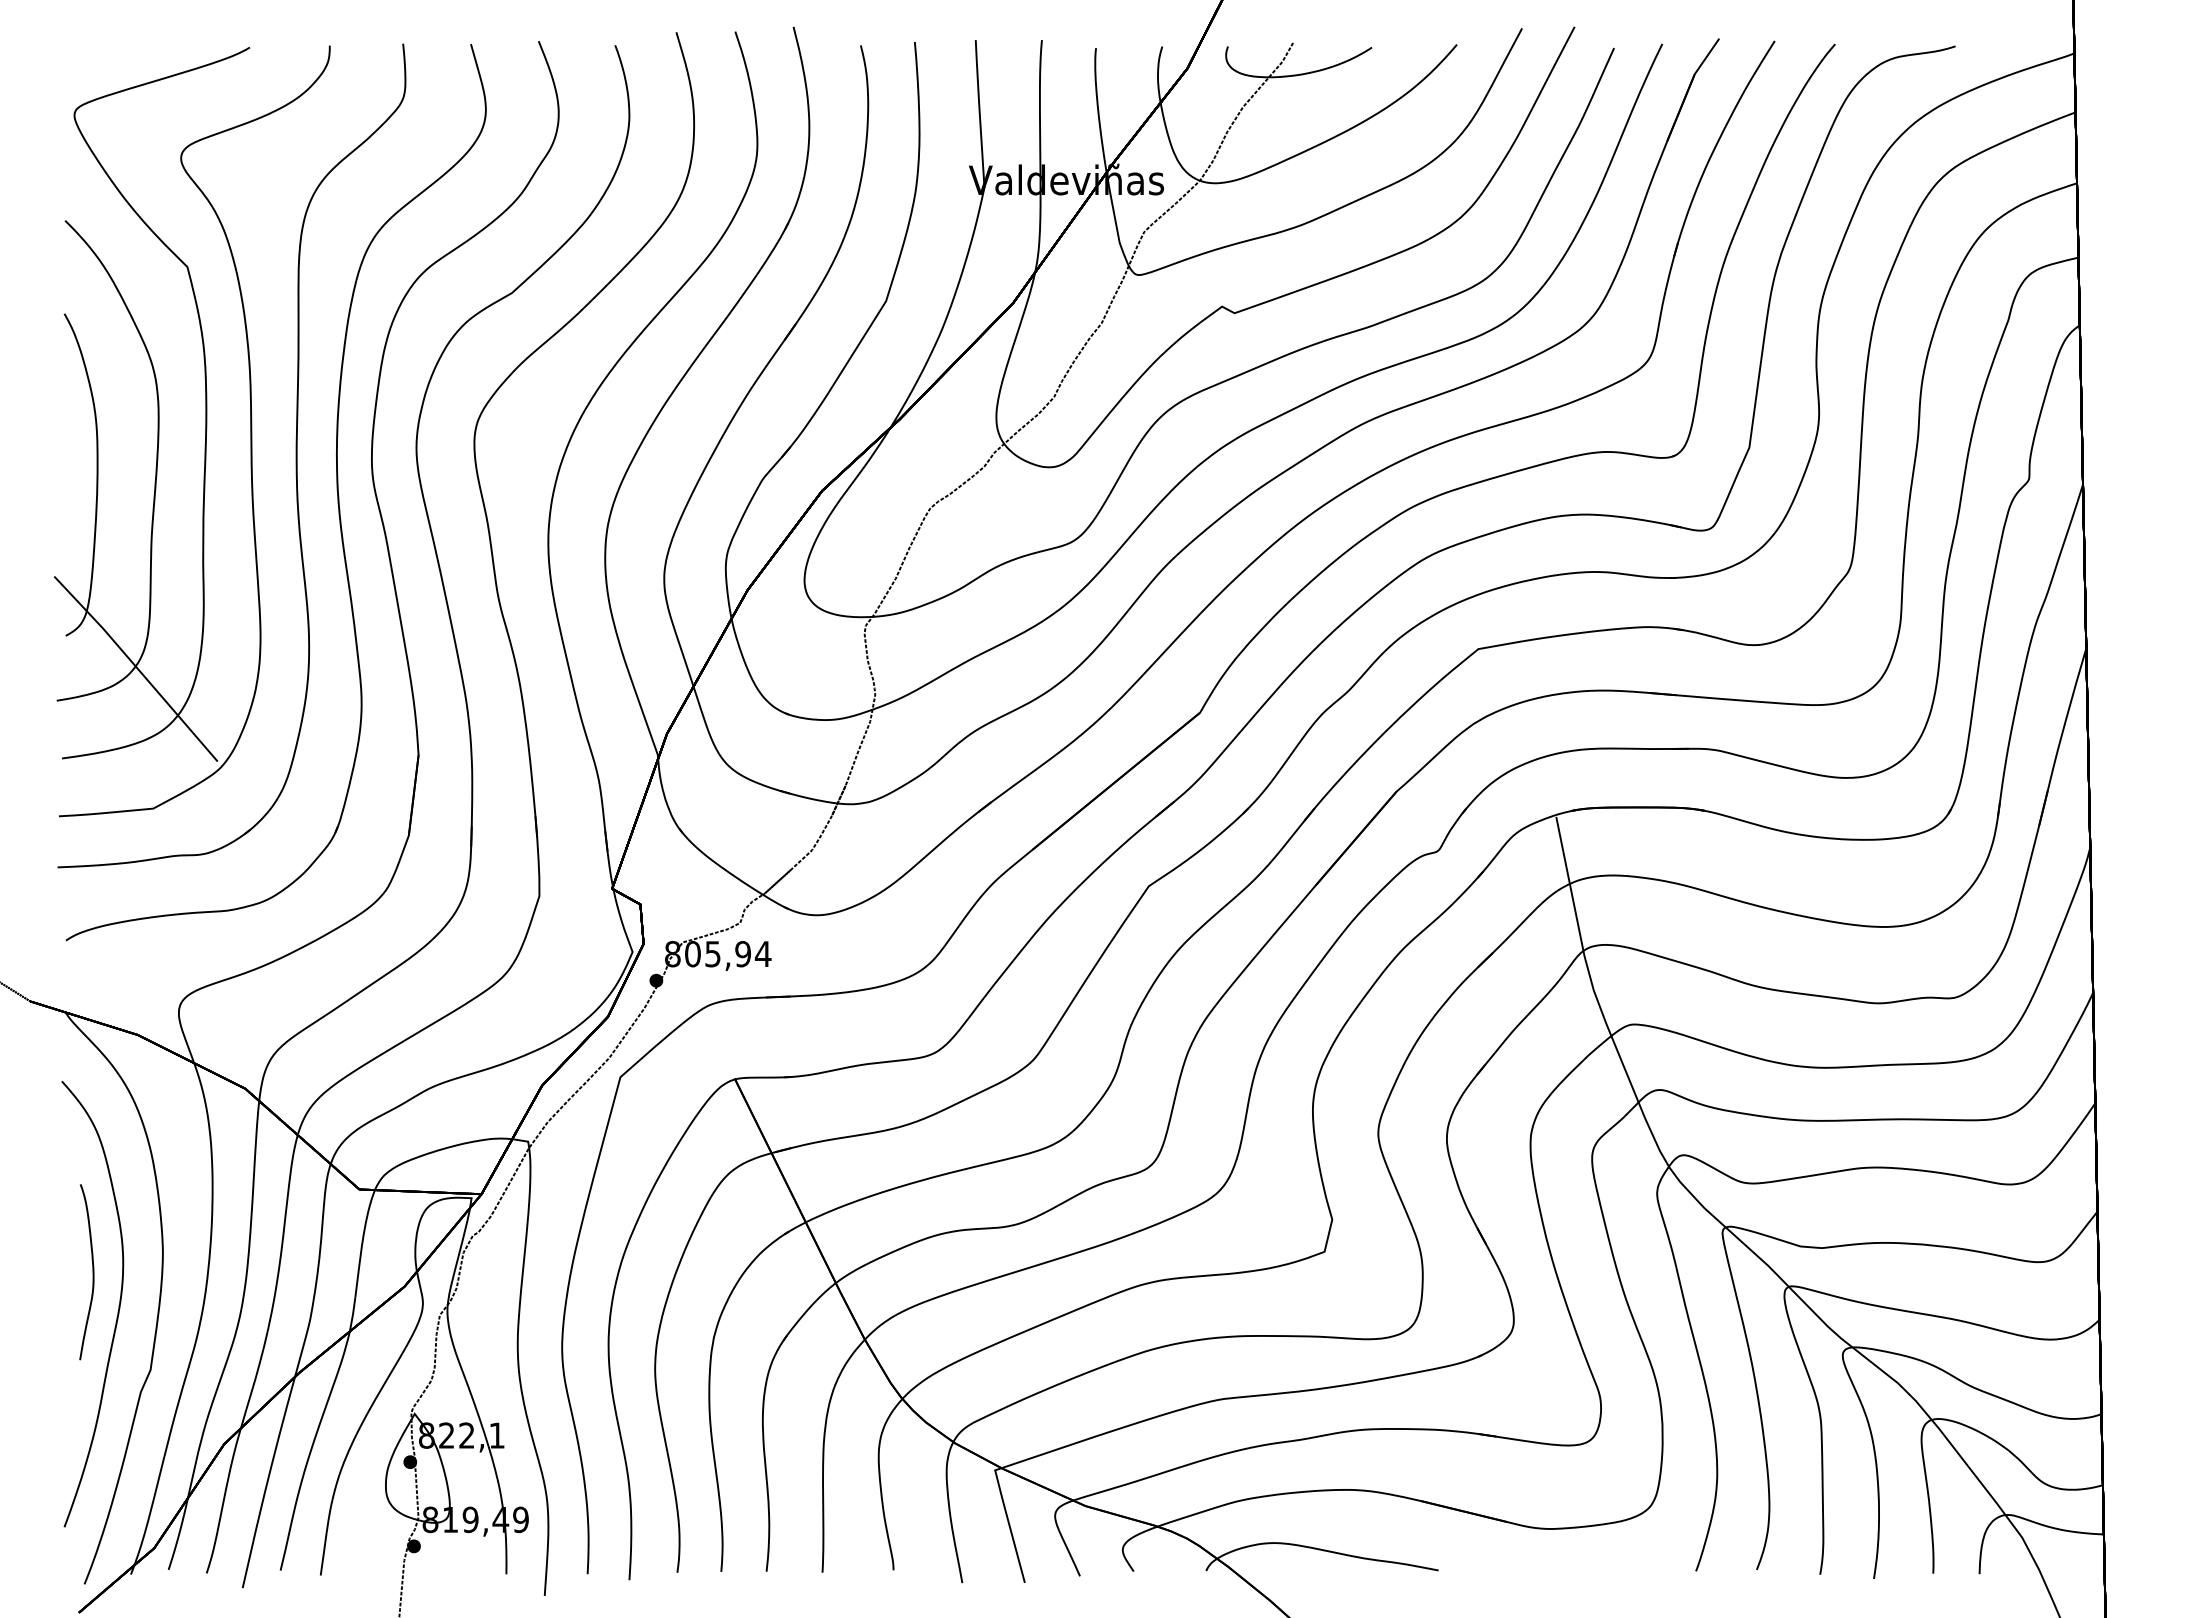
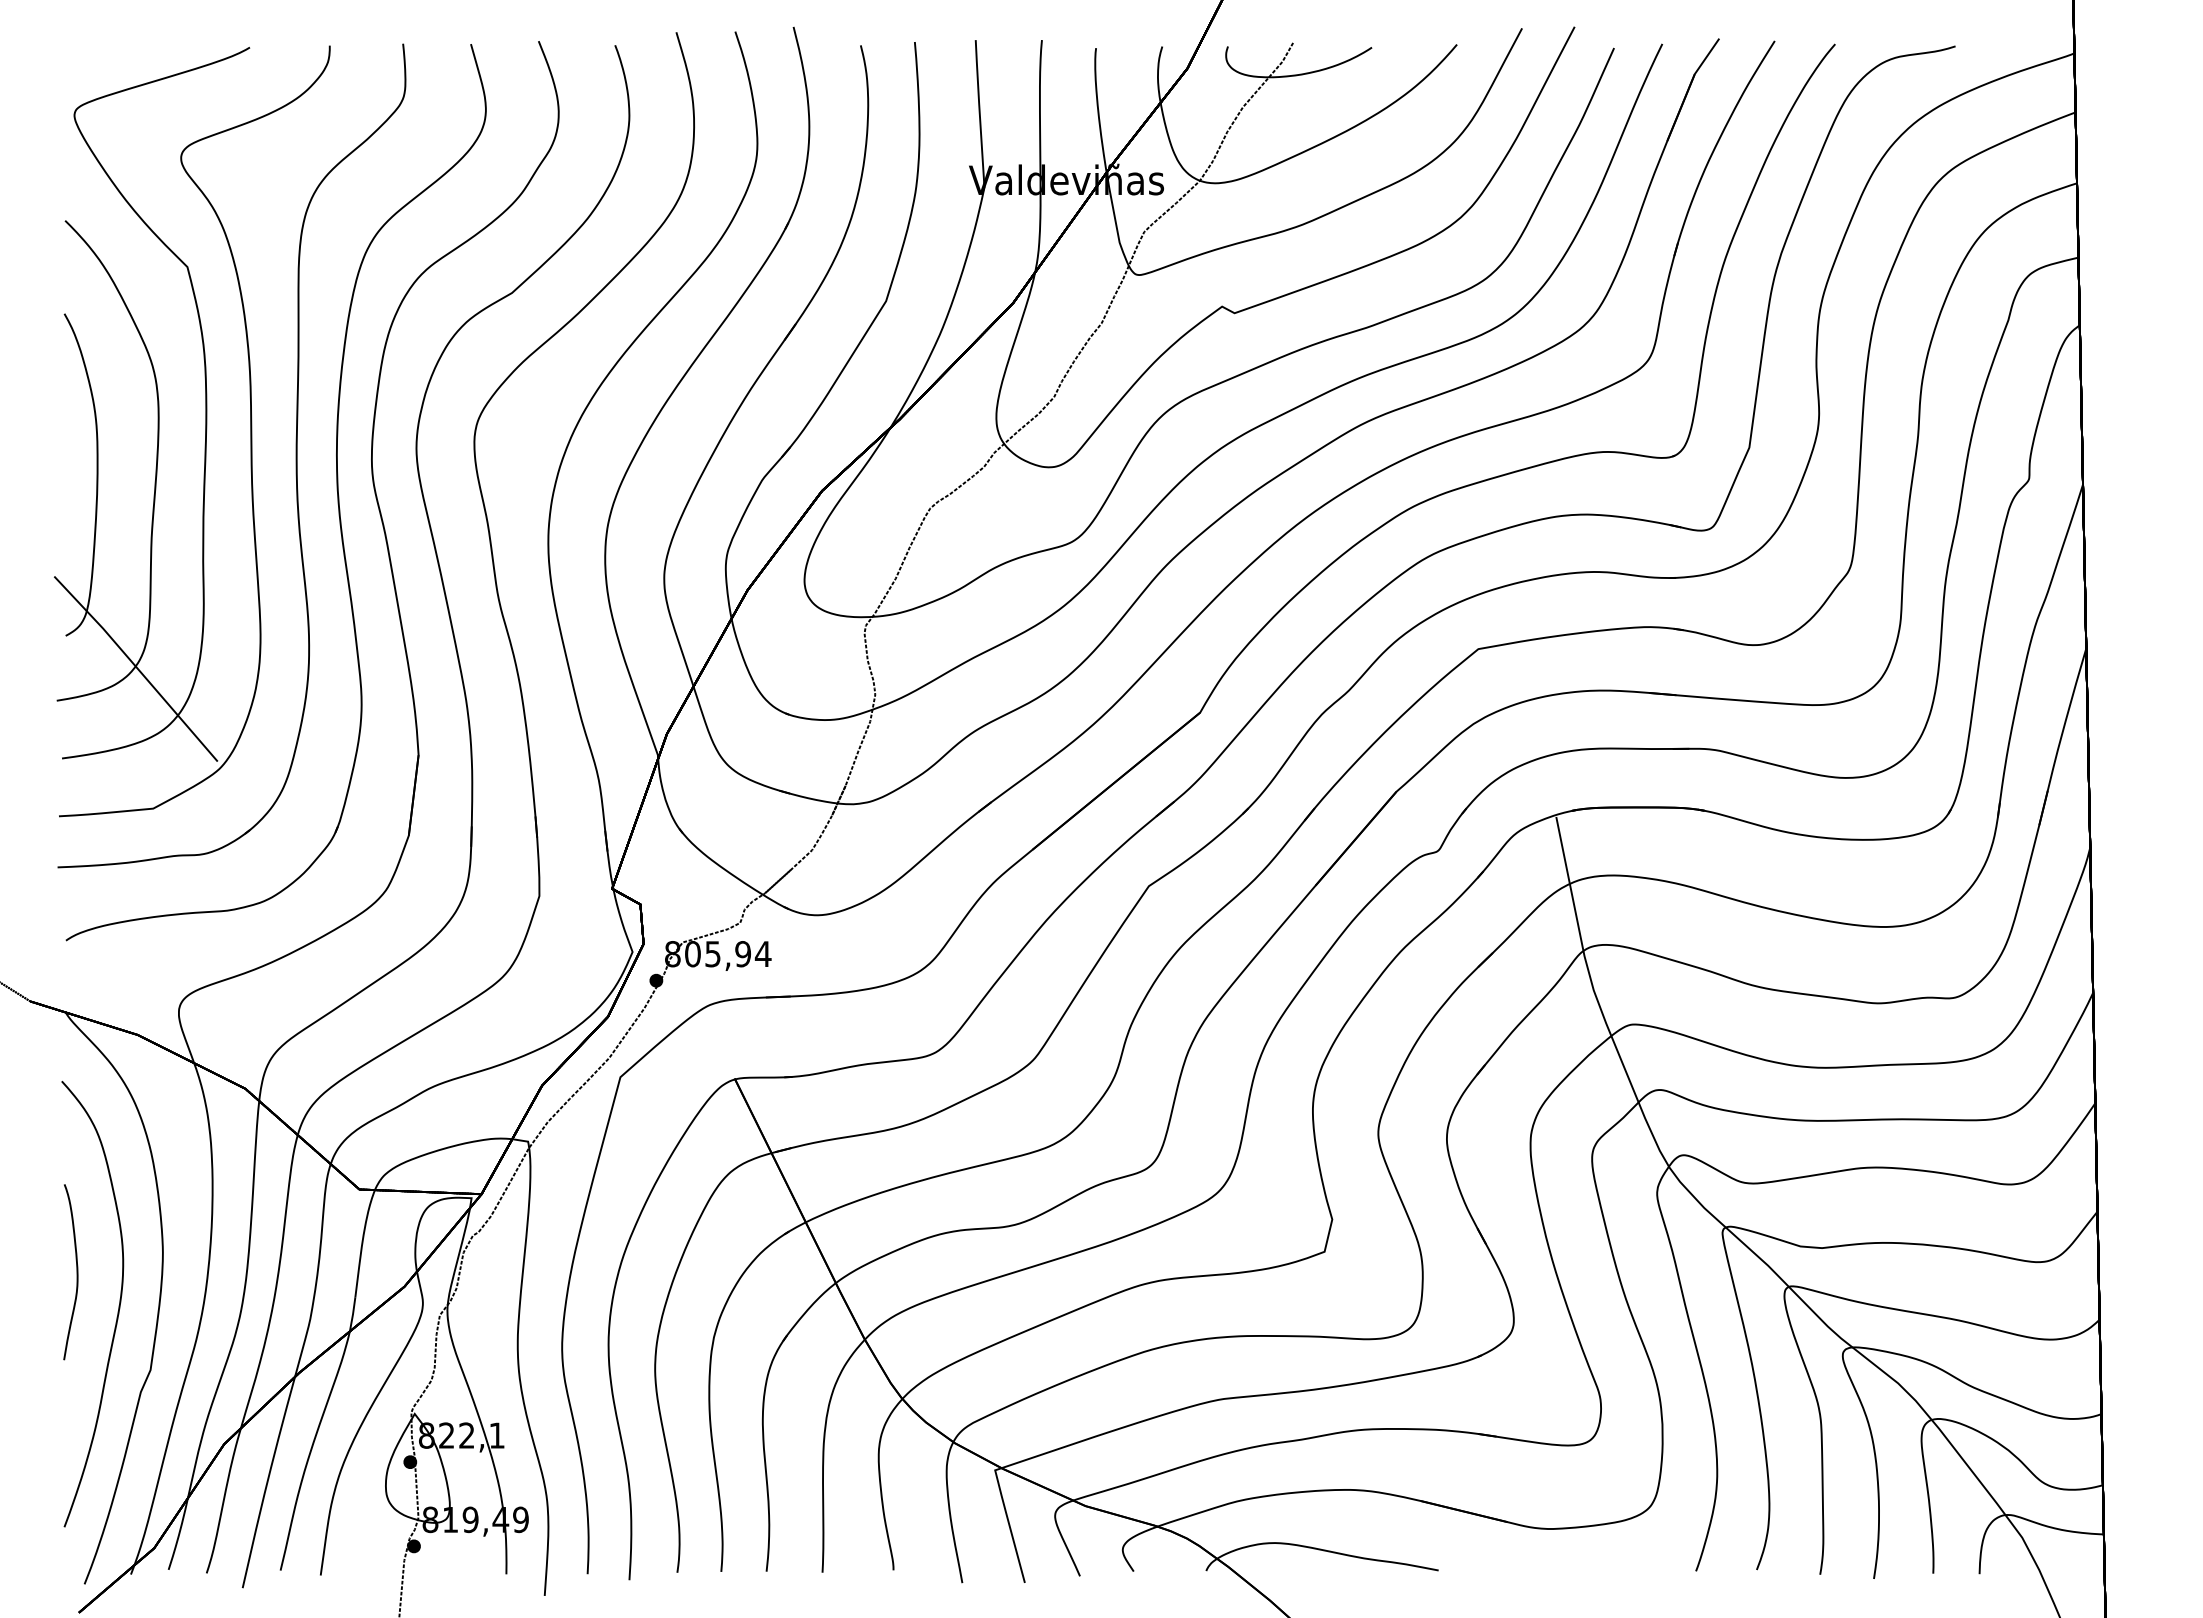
part at (86, 1272) position: (86, 1272) -> (70, 1272)
